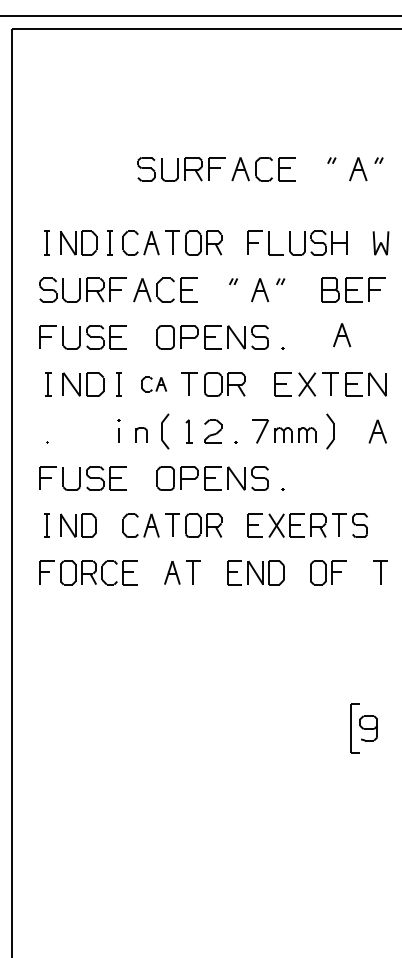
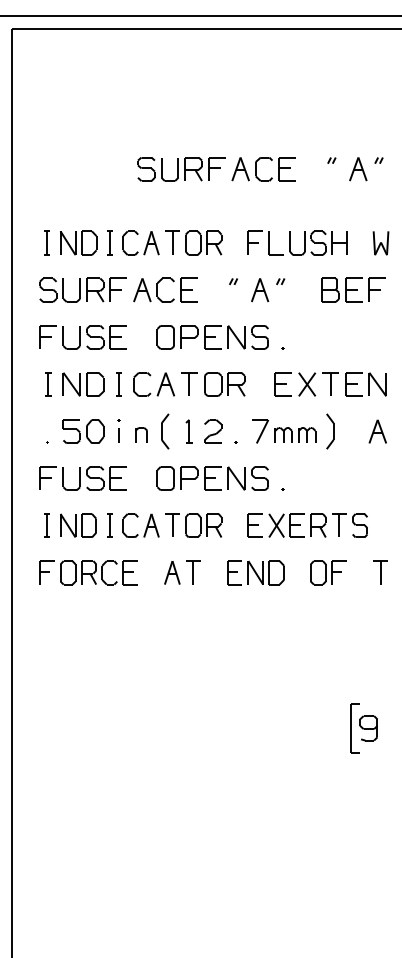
part at (342, 335): present -> none
part at (153, 384) size: 26x17 px -> 43x25 px
part at (83, 431): none -> present
part at (109, 525): none -> present
